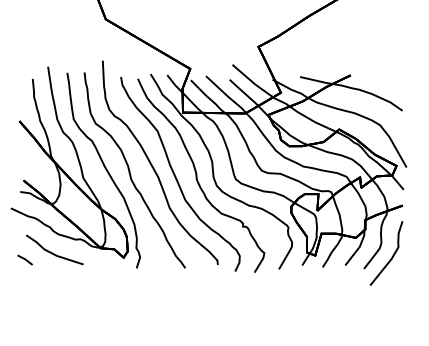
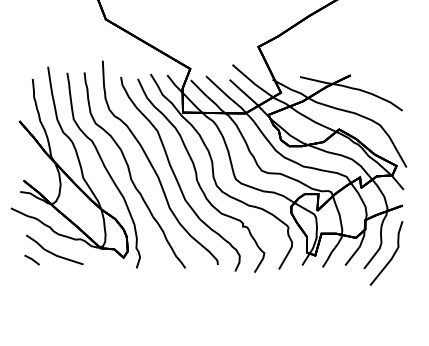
line at (24, 259) position: (24, 259) -> (31, 259)
